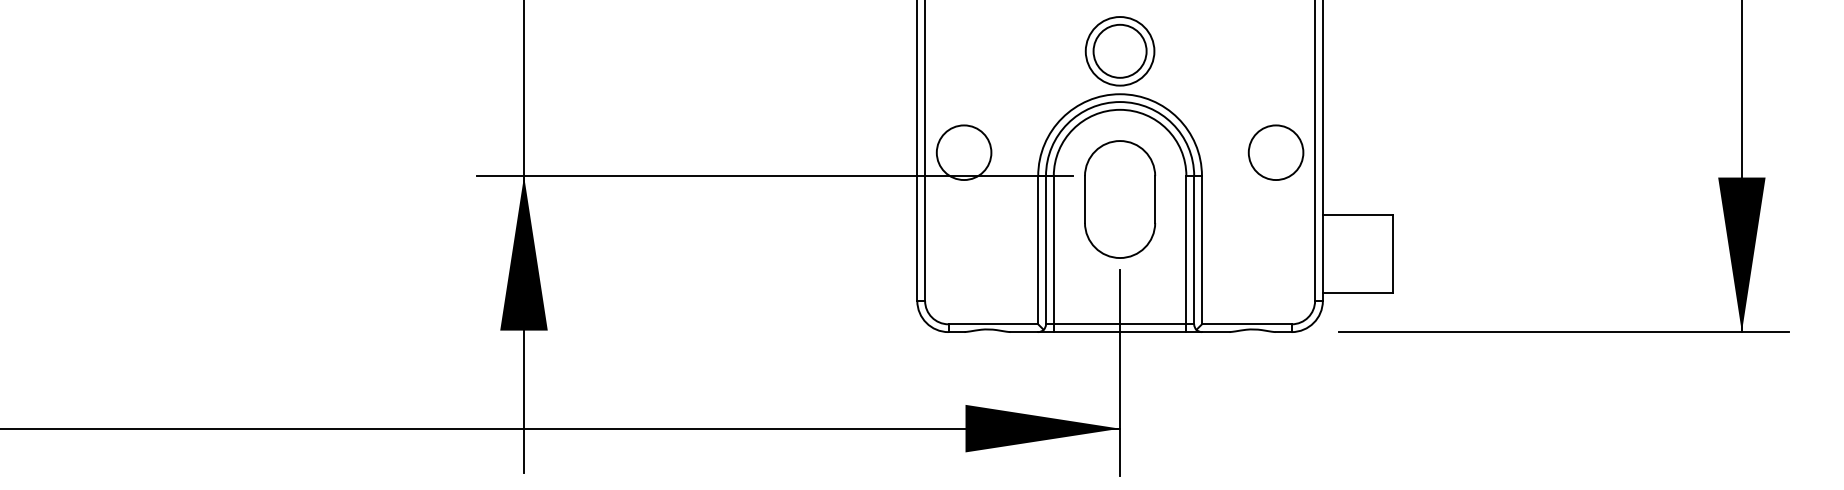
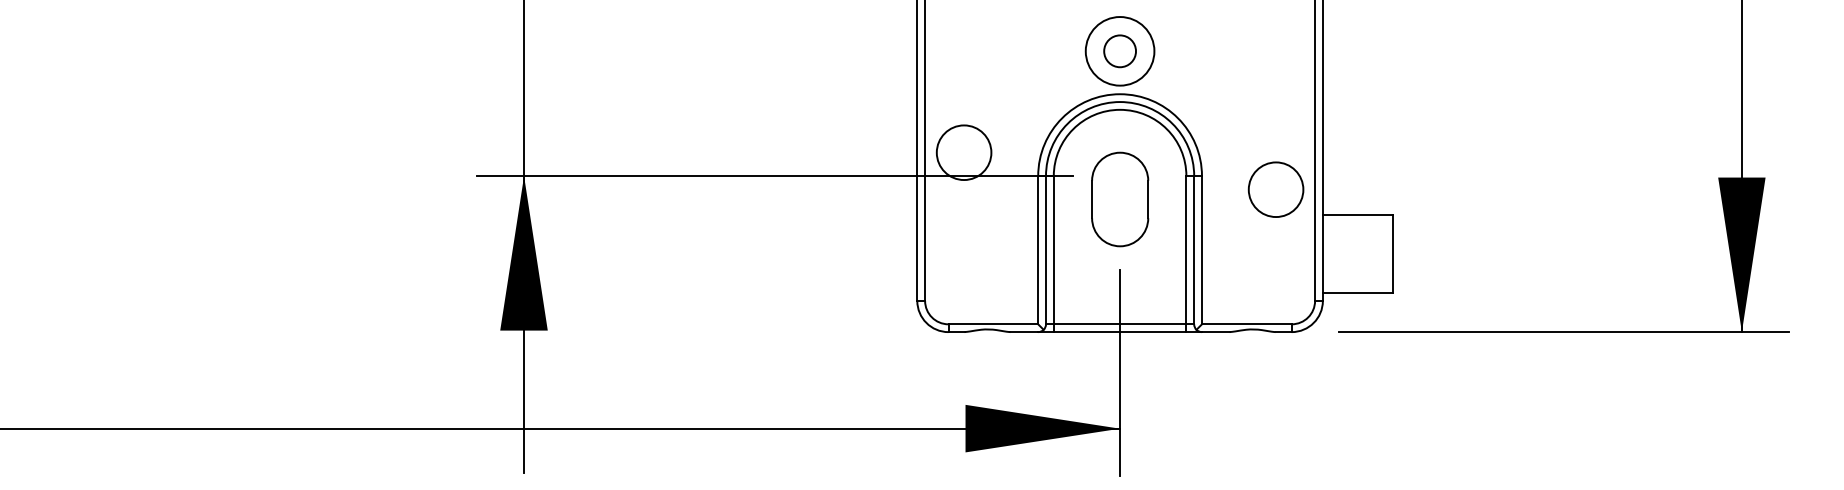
circle at (1119, 50) diameter: 53 px -> 32 px
circle at (1275, 152) position: (1275, 152) -> (1275, 189)
part at (1120, 199) size: 73x119 px -> 59x97 px
